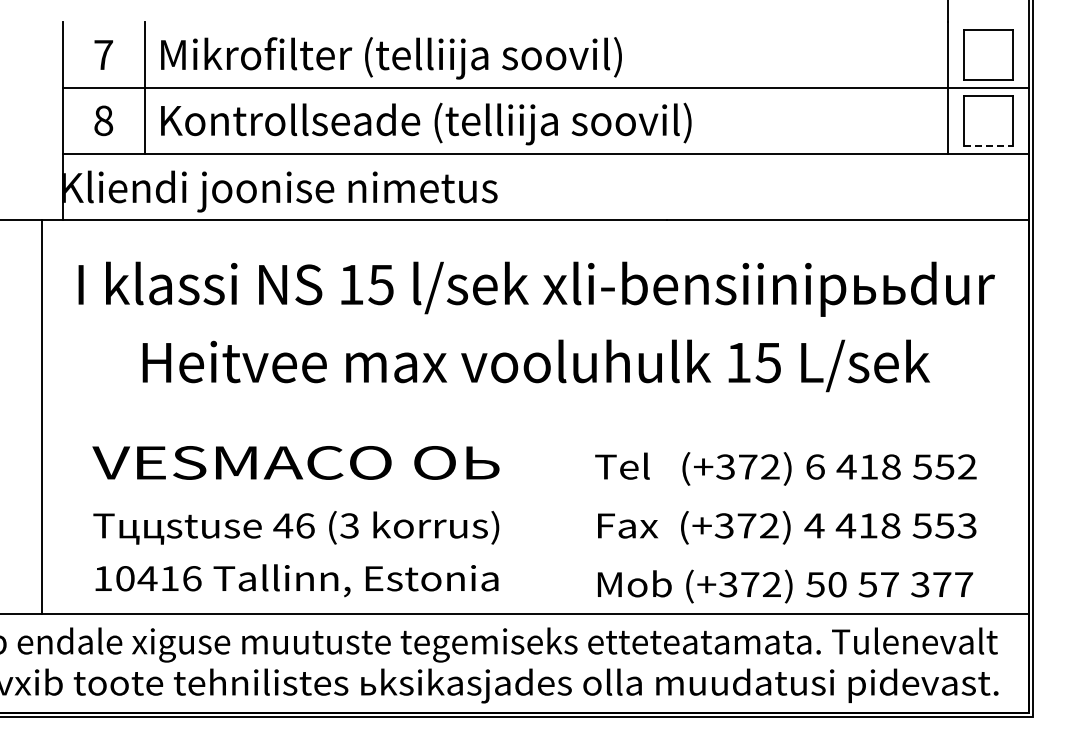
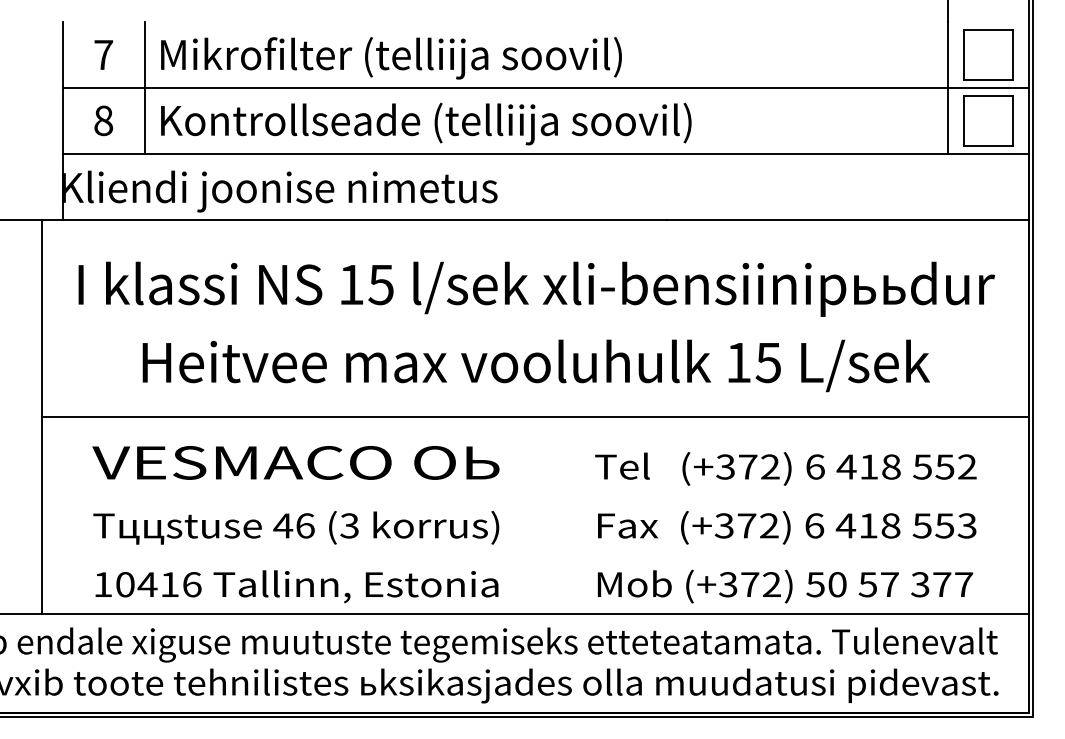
line at (988, 145): dashed -> solid
line at (535, 416): none -> present
text at (814, 525): 4 -> 6
text at (296, 580) position: (296, 580) -> (296, 586)
